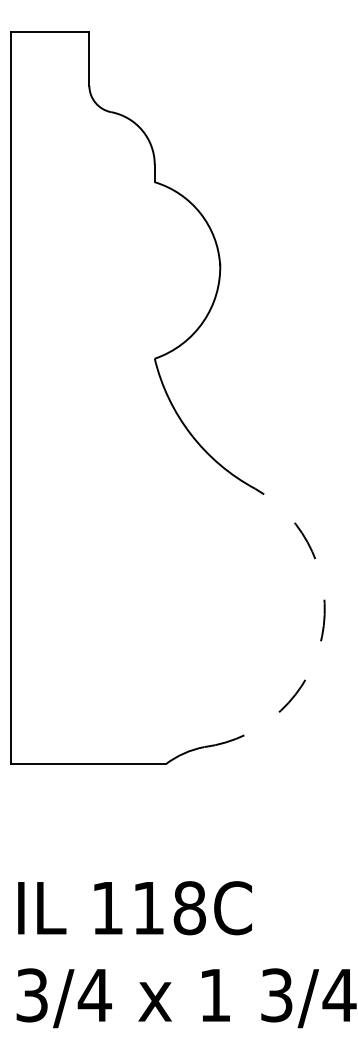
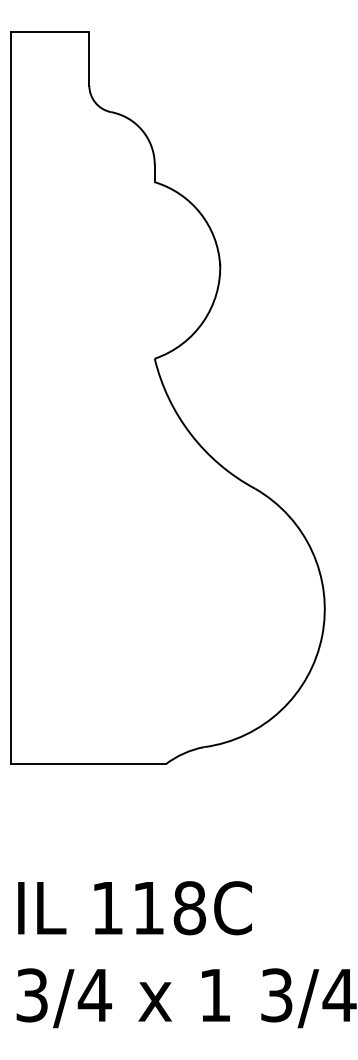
arc at (322, 636): dashed -> solid
